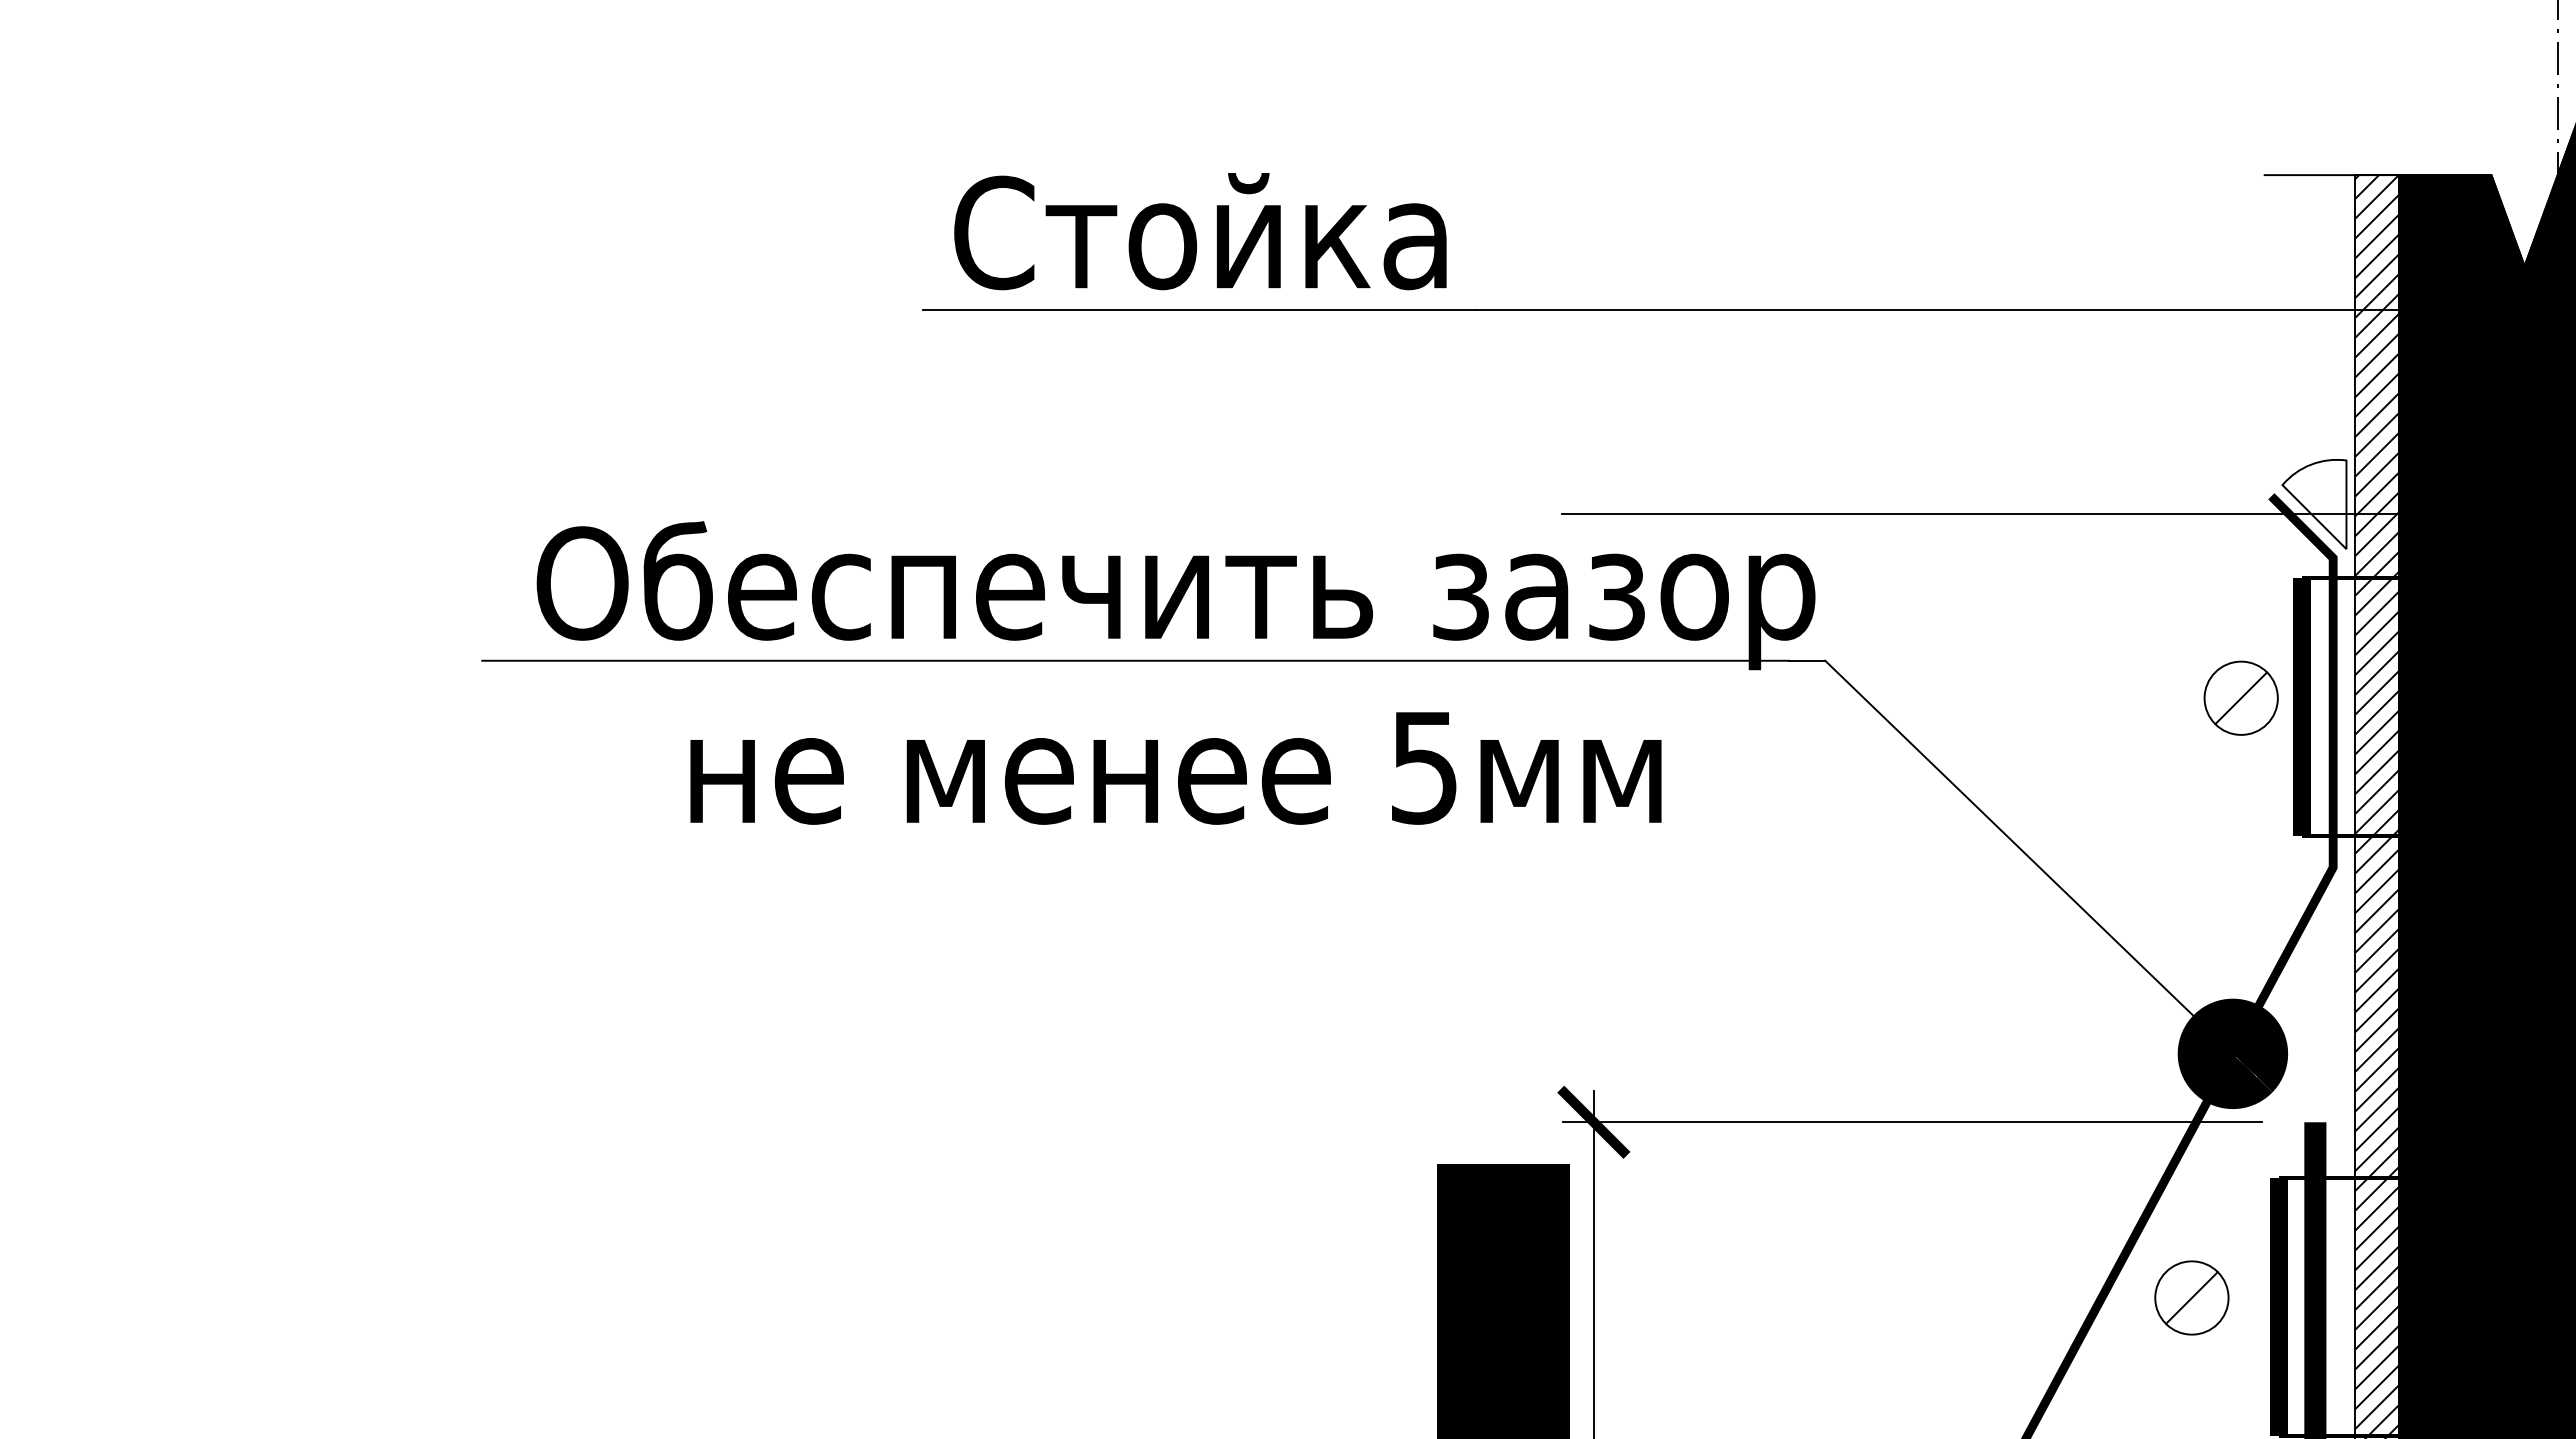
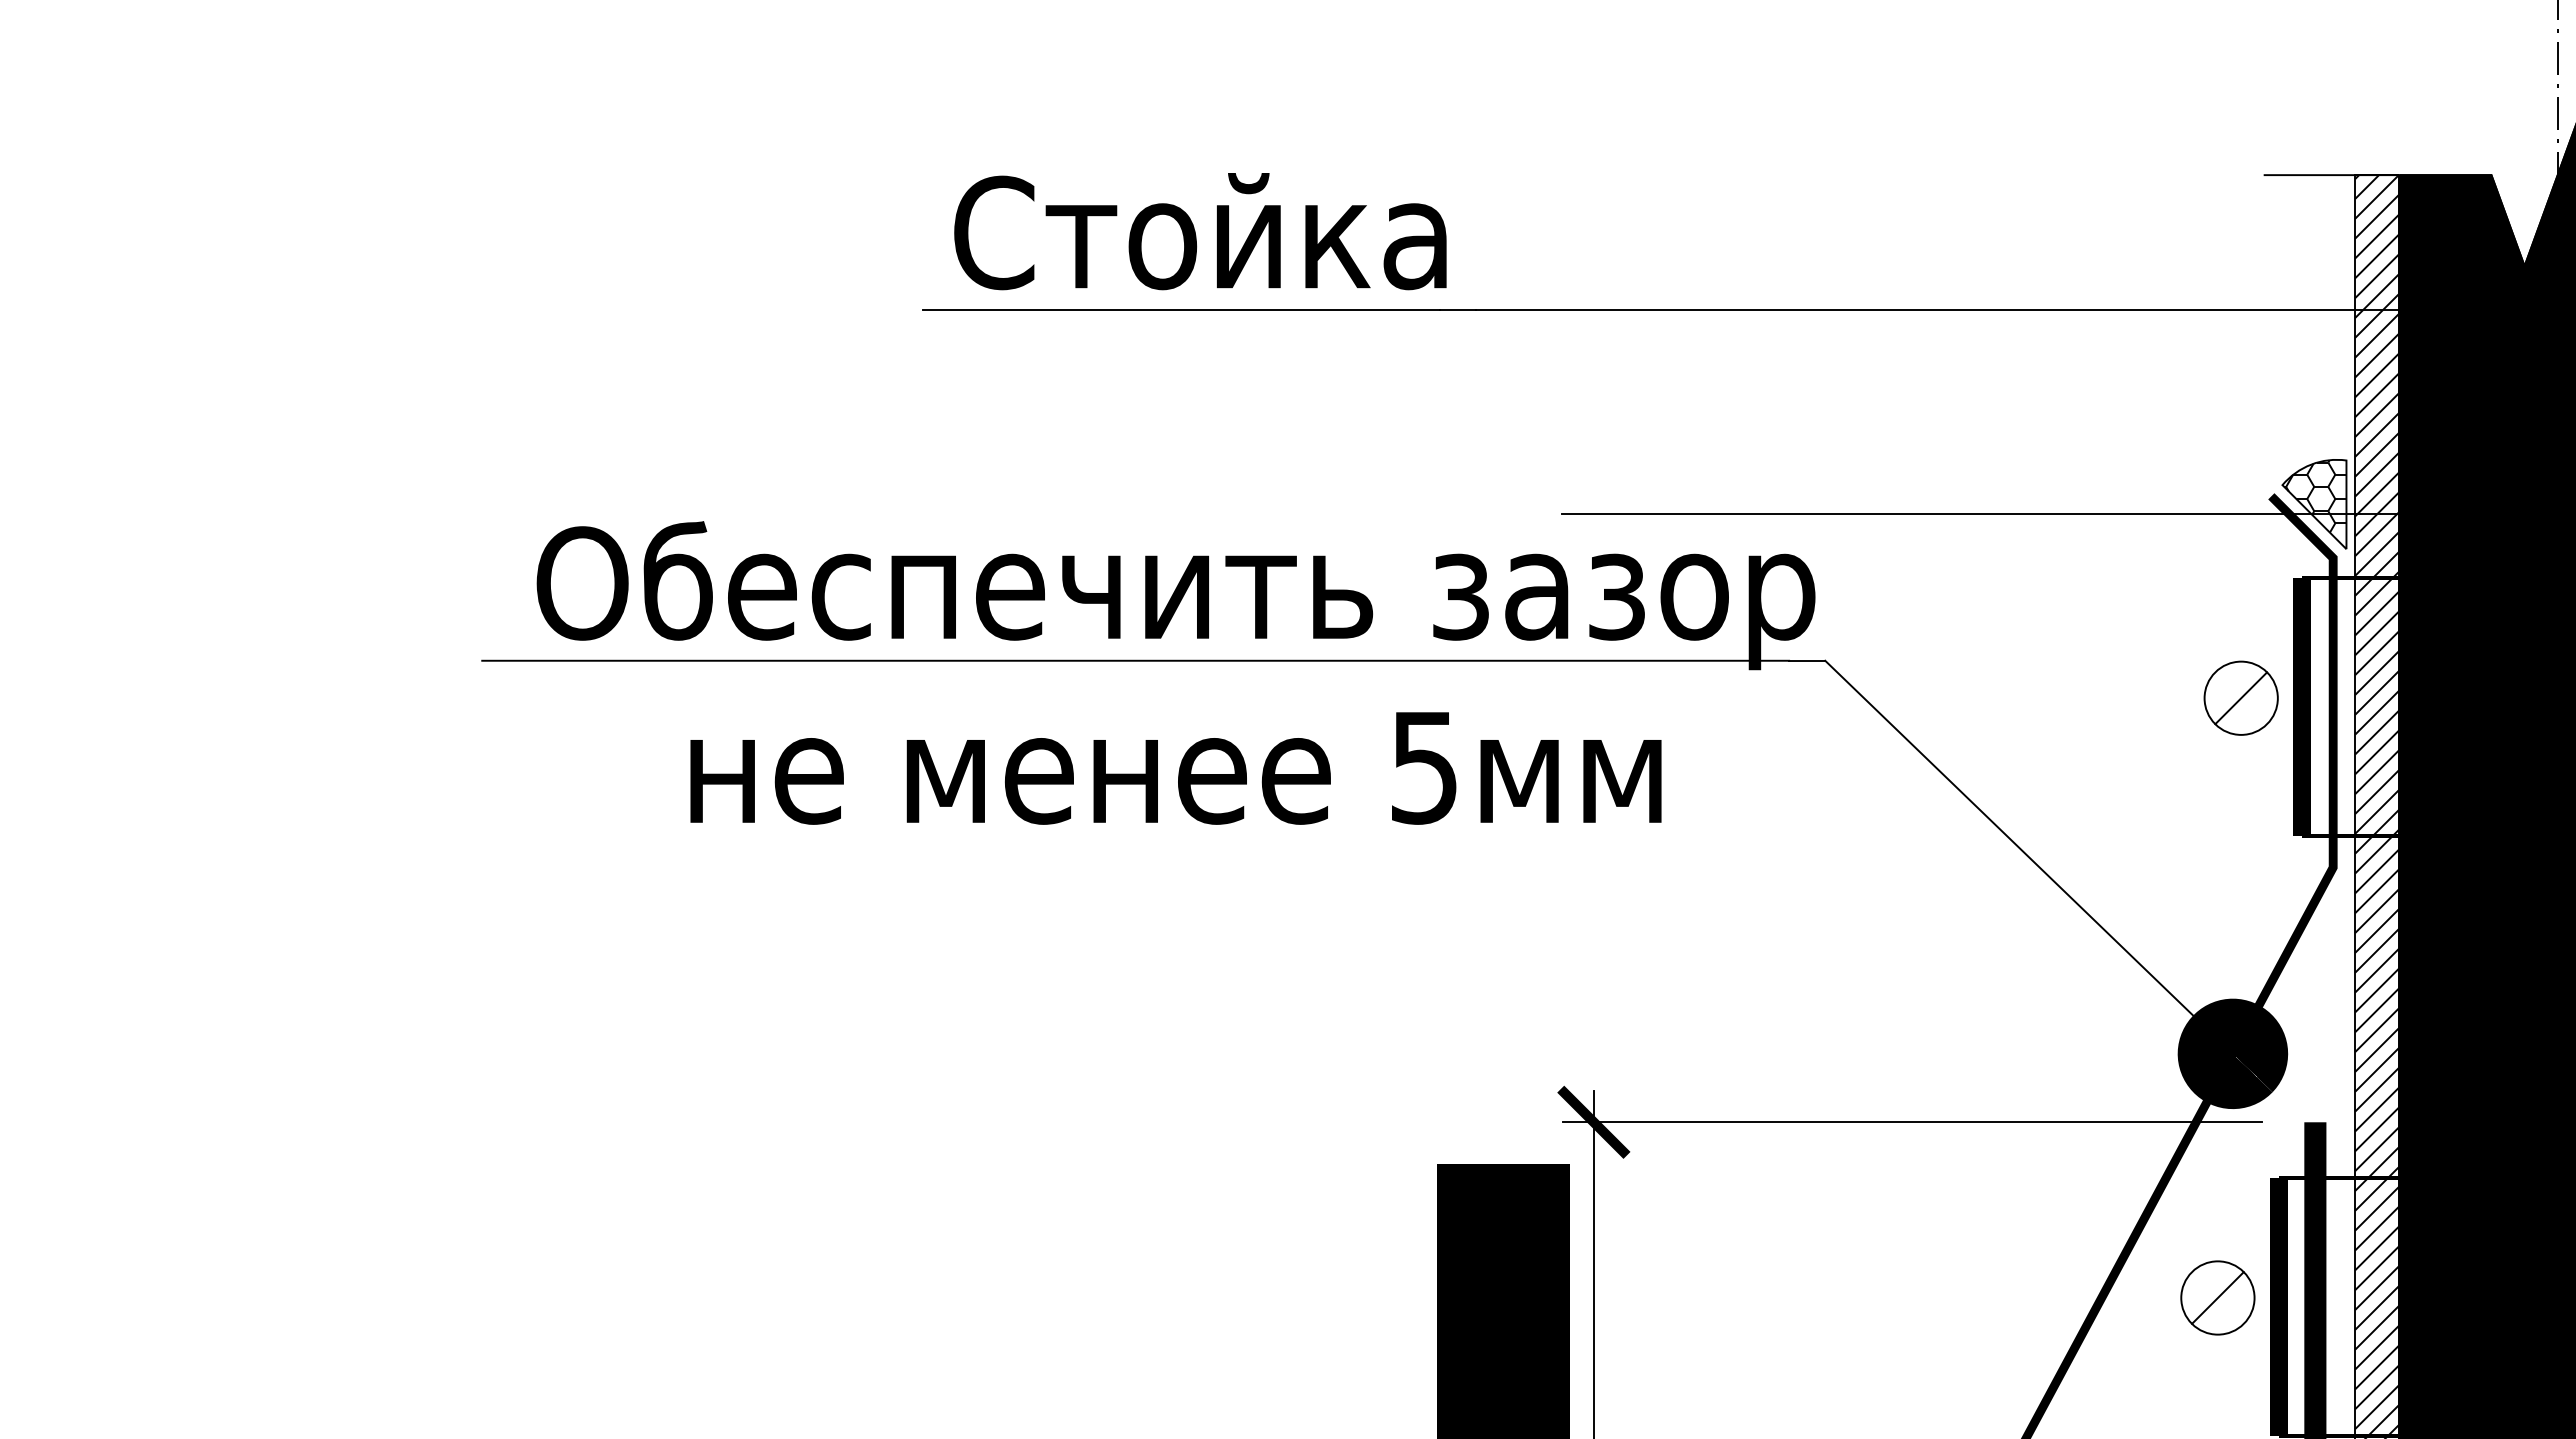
hatch at (2315, 503): none -> present
part at (2191, 1297) position: (2191, 1297) -> (2217, 1297)
